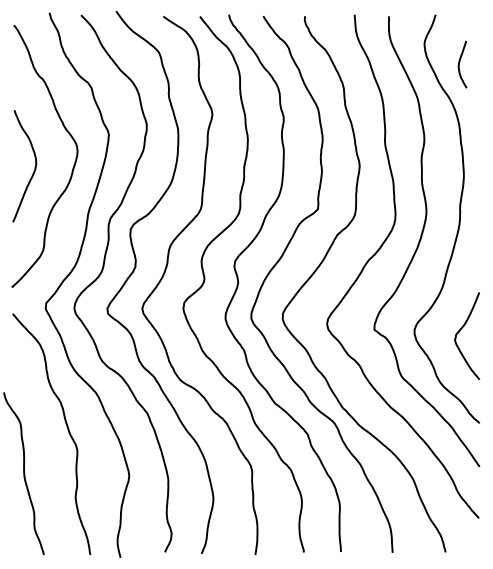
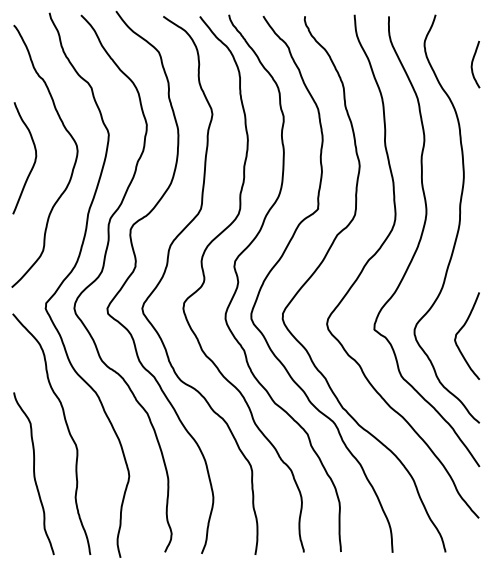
curve at (460, 62) position: (460, 62) -> (473, 62)
curve at (34, 166) position: (34, 166) -> (34, 158)
curve at (23, 473) position: (23, 473) -> (33, 473)
